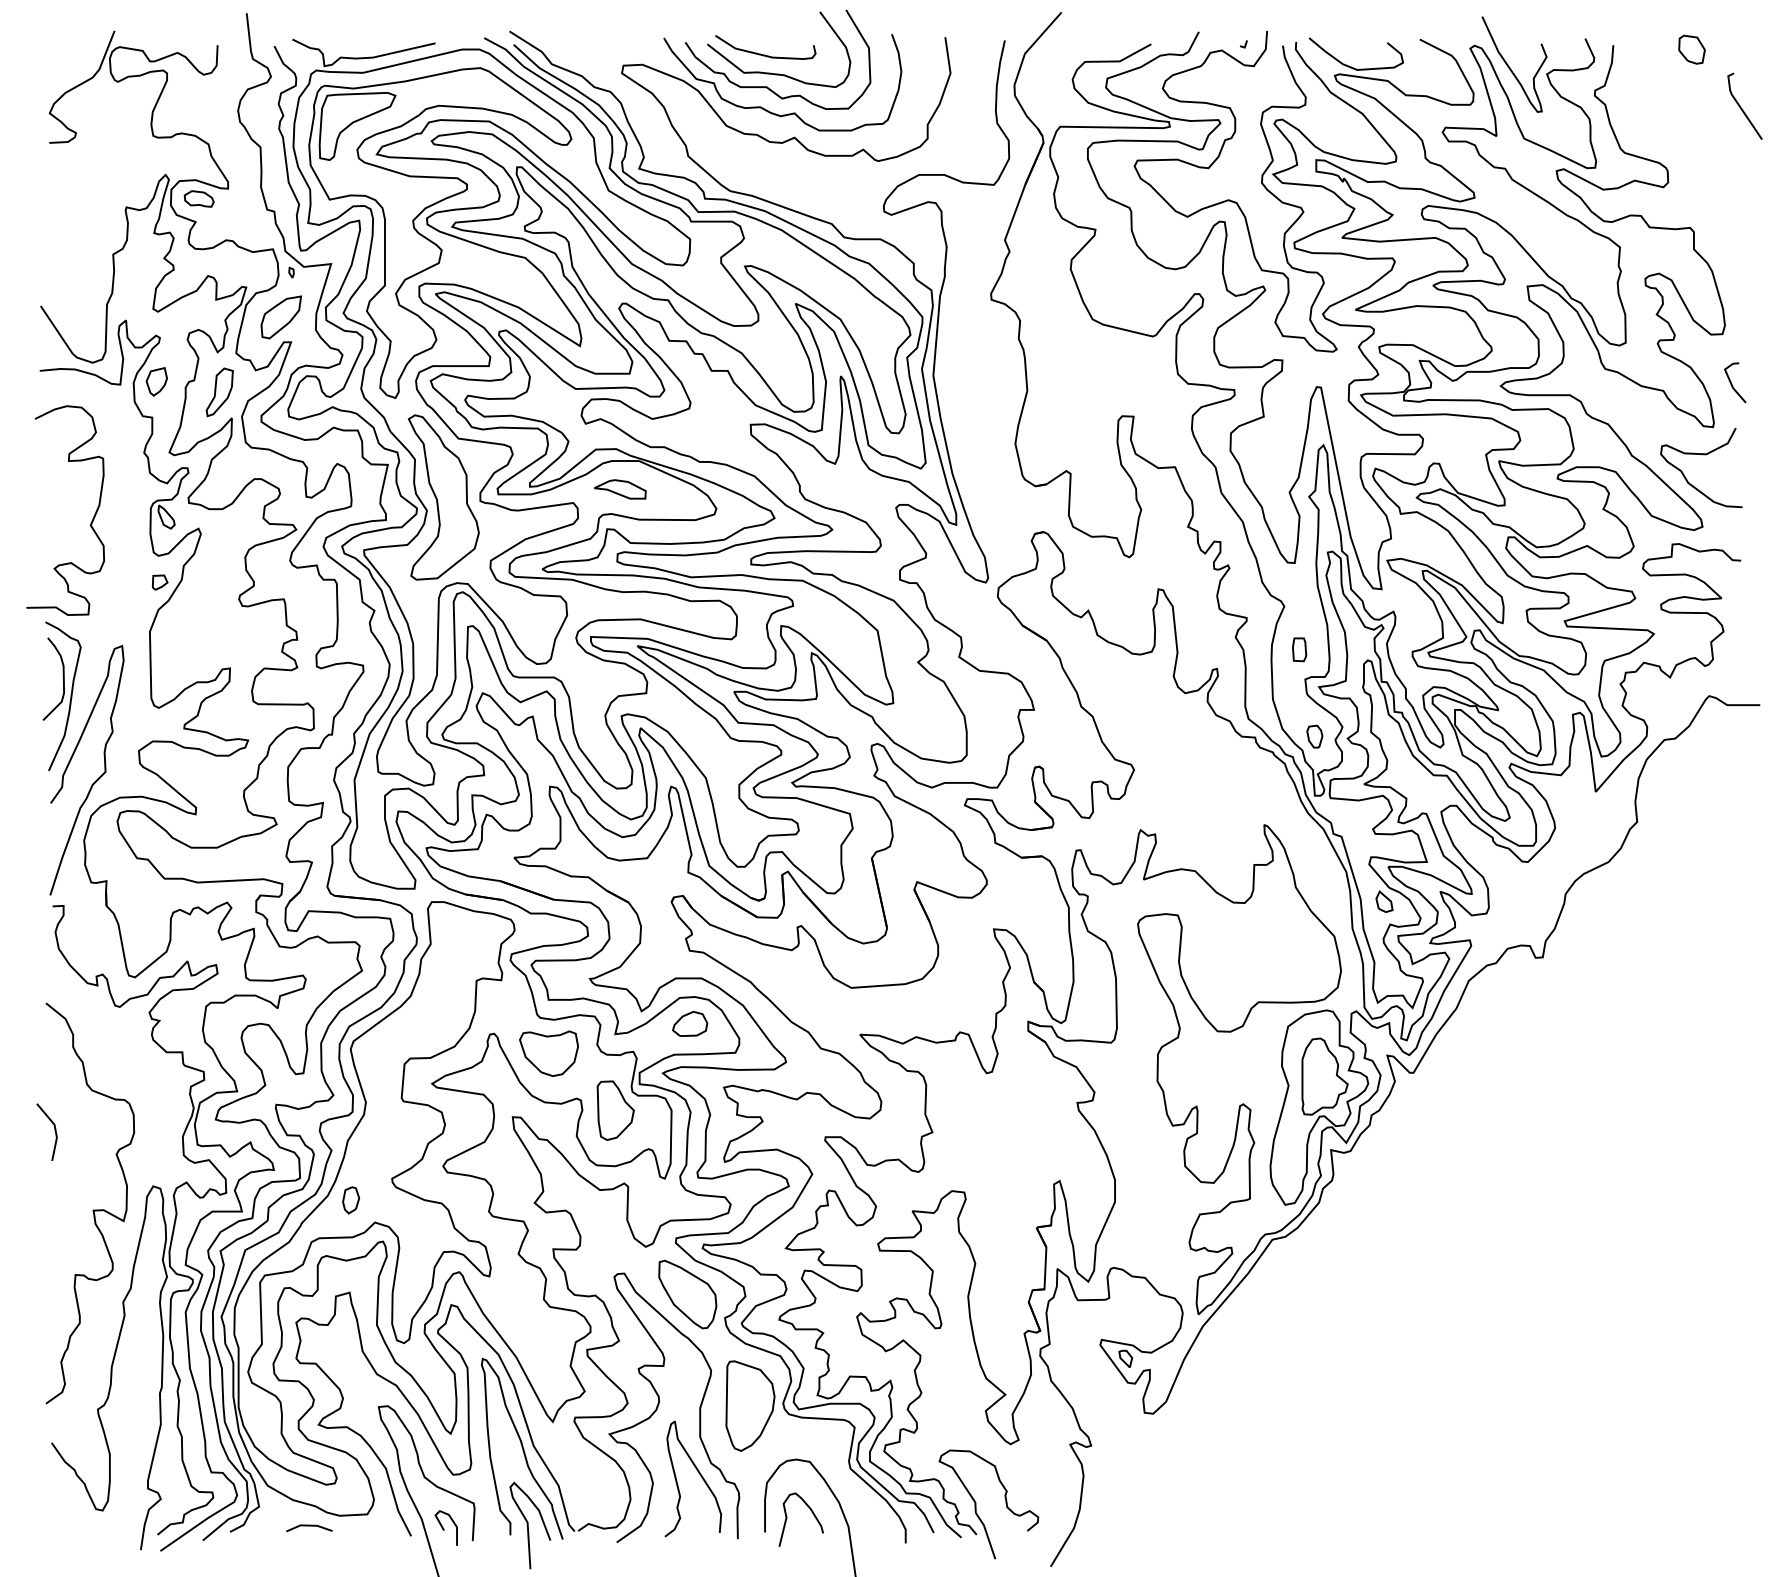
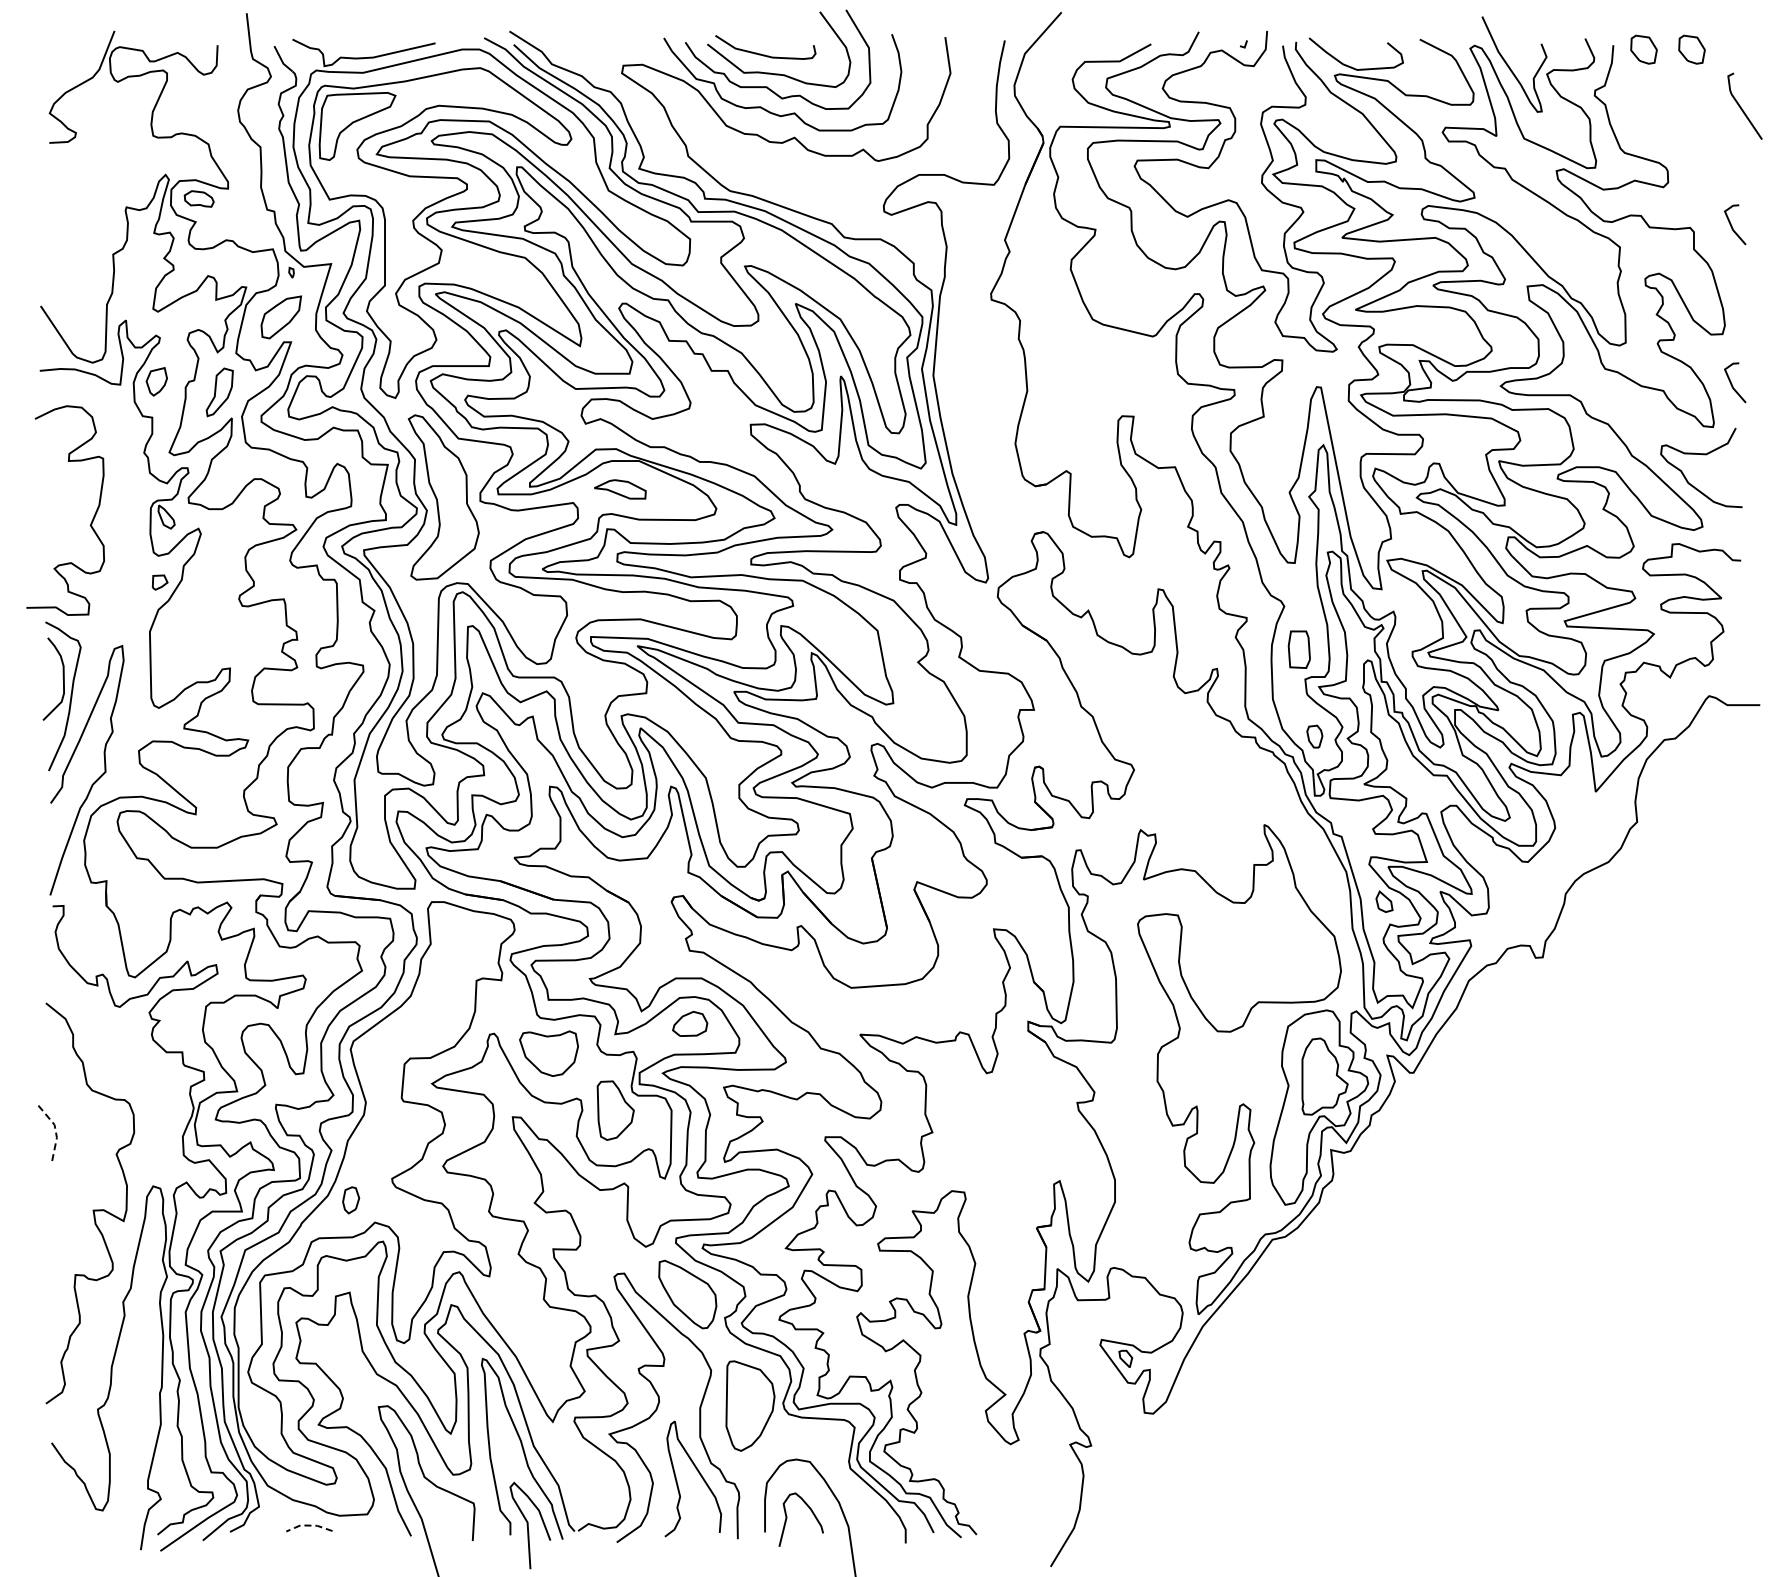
part at (1643, 49): none -> present
line at (1732, 225): none -> present
part at (1299, 649) size: 16x26 px -> 24x39 px
line at (55, 1129): solid -> dashed
curve at (976, 1504): present -> none
line at (309, 1525): solid -> dashed
curve at (443, 1527): present -> none
